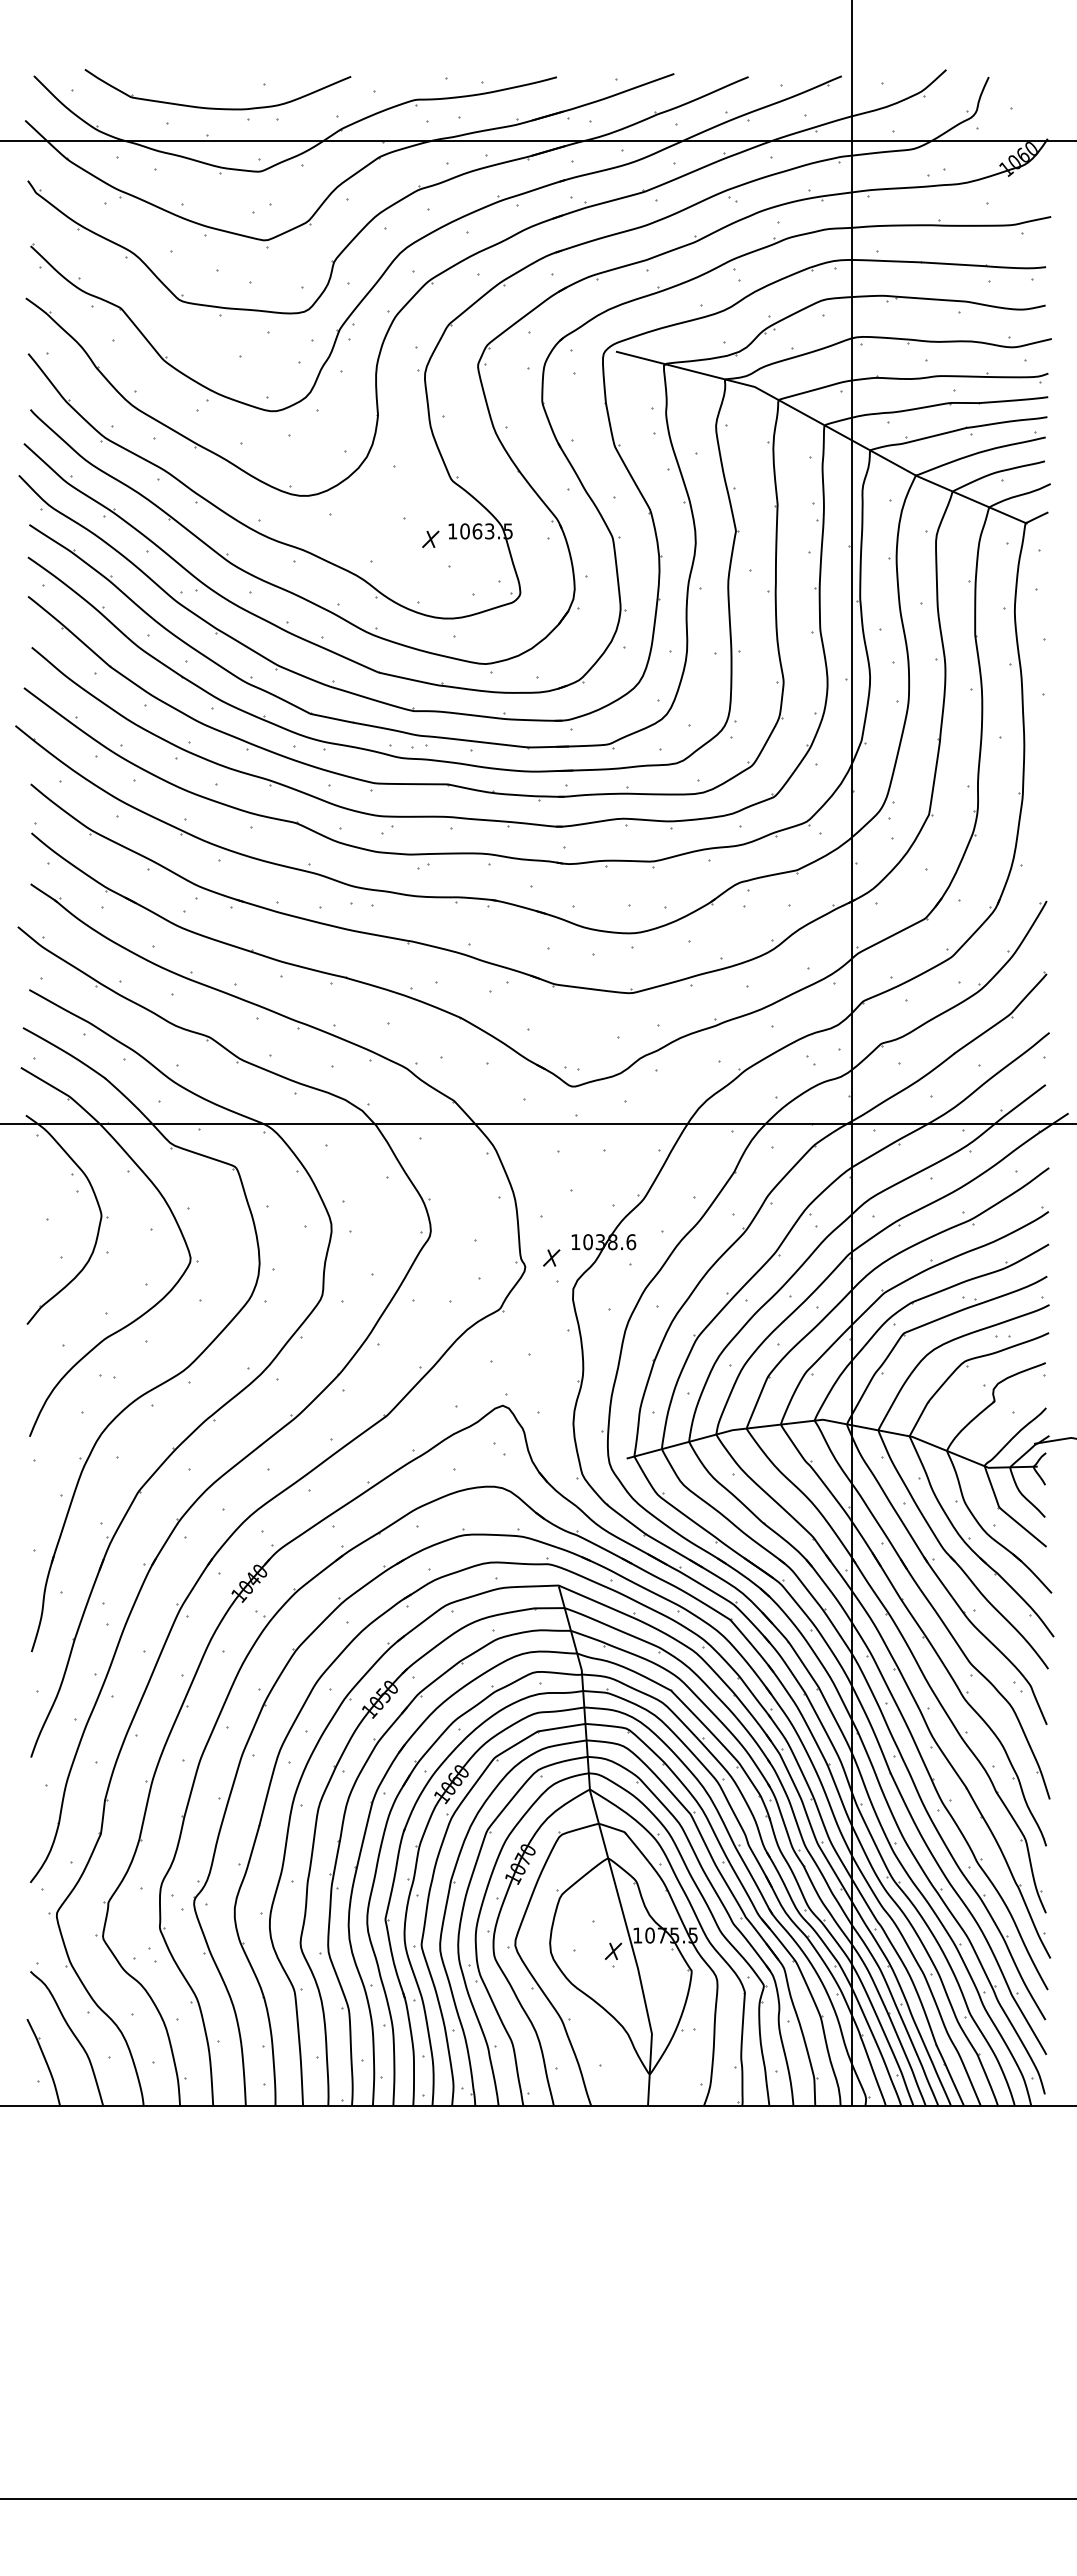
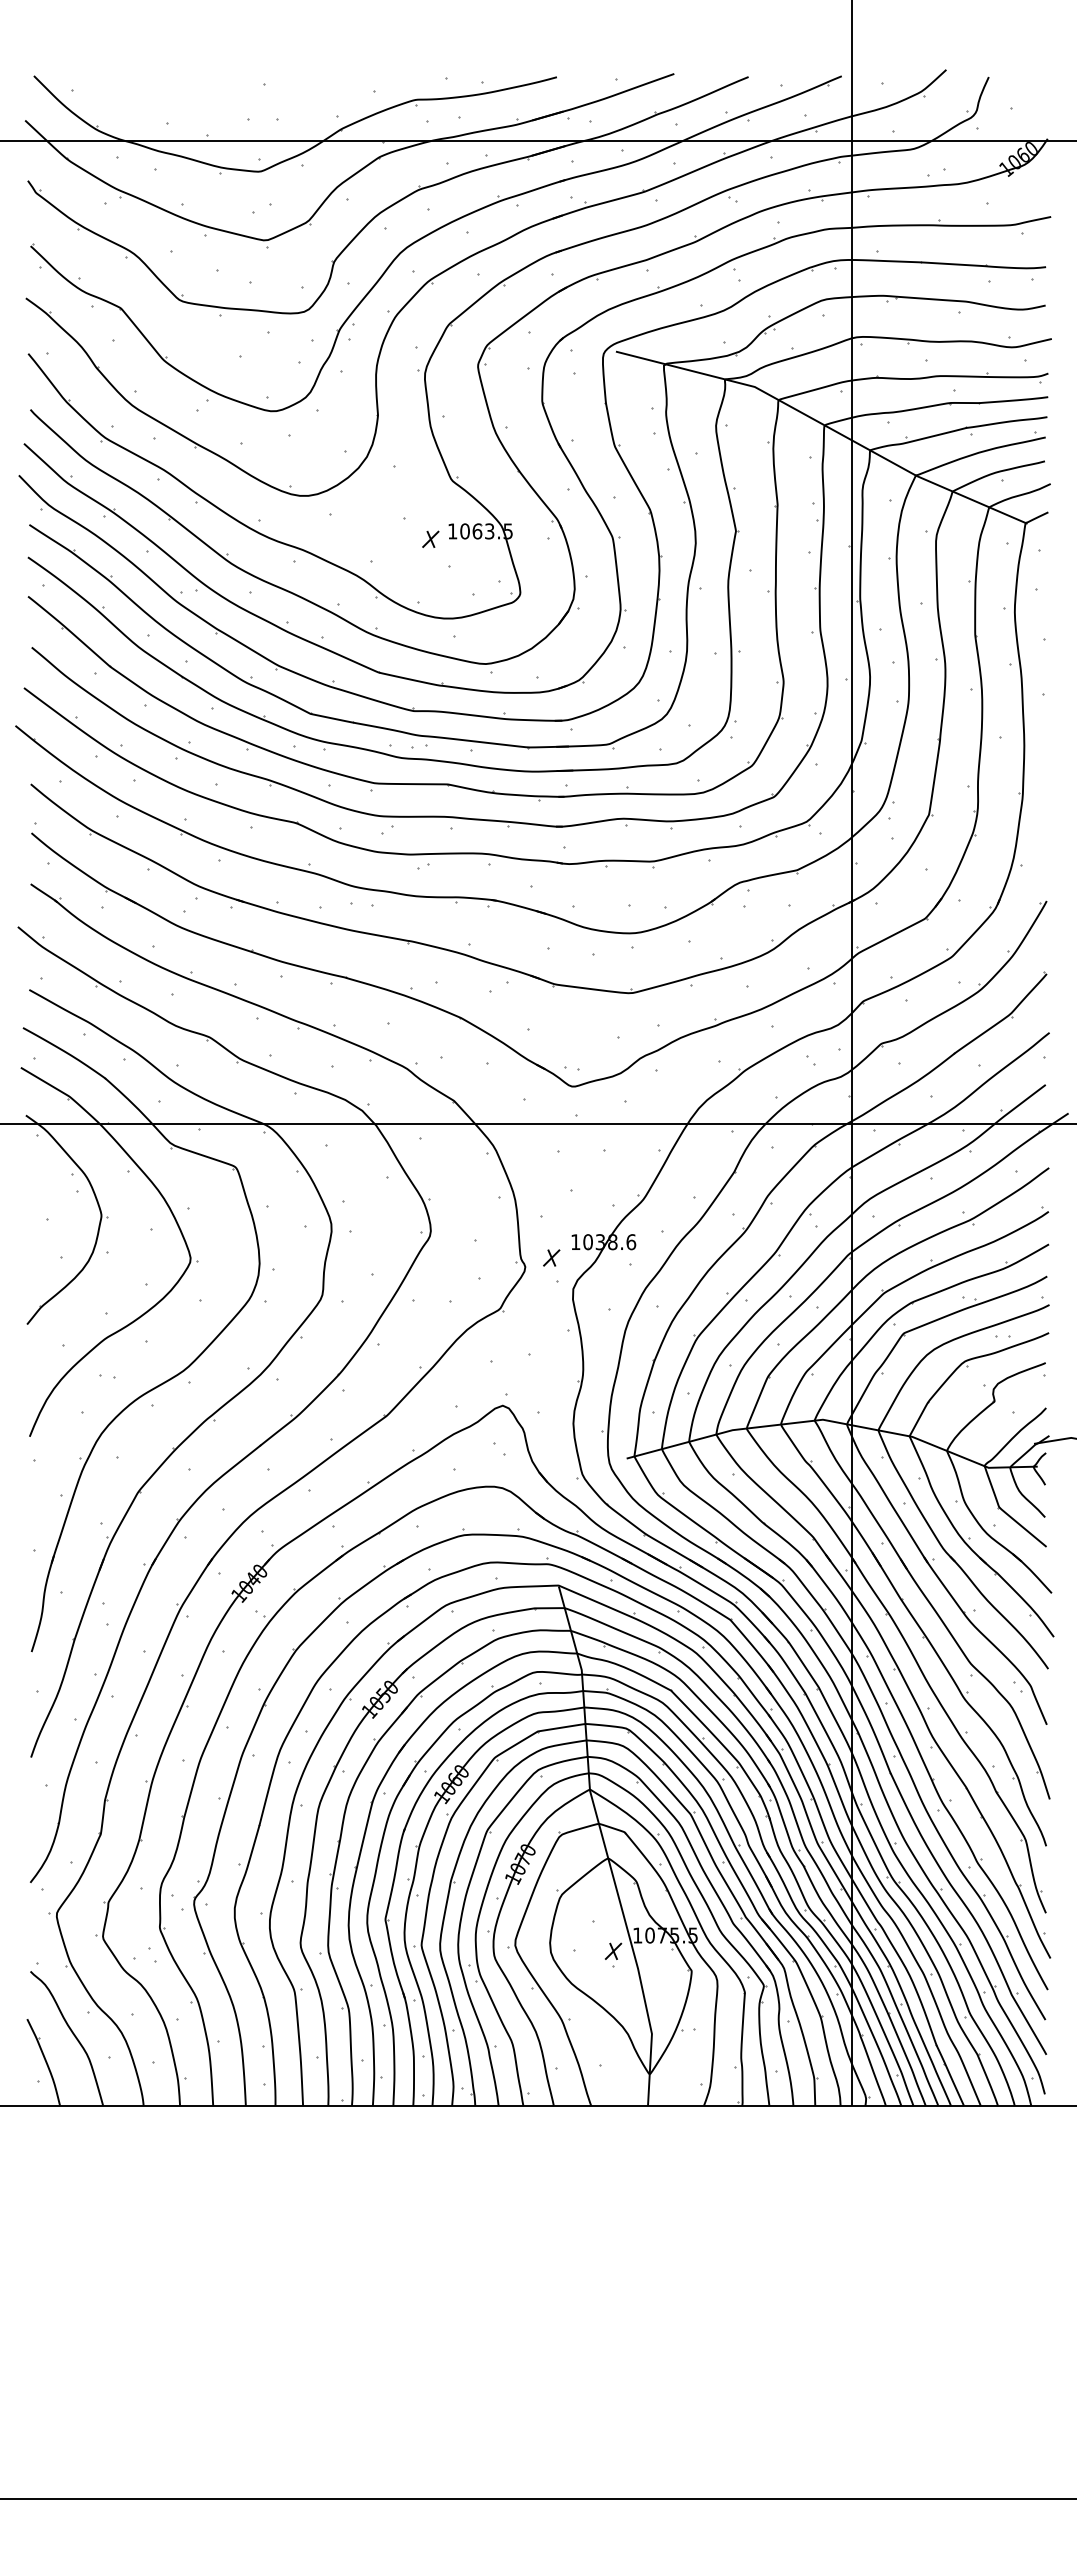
part at (214, 107): present -> none
